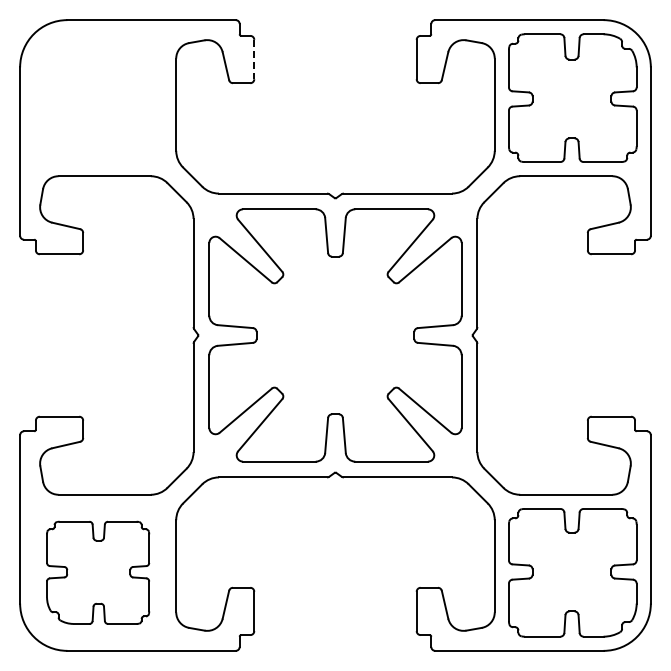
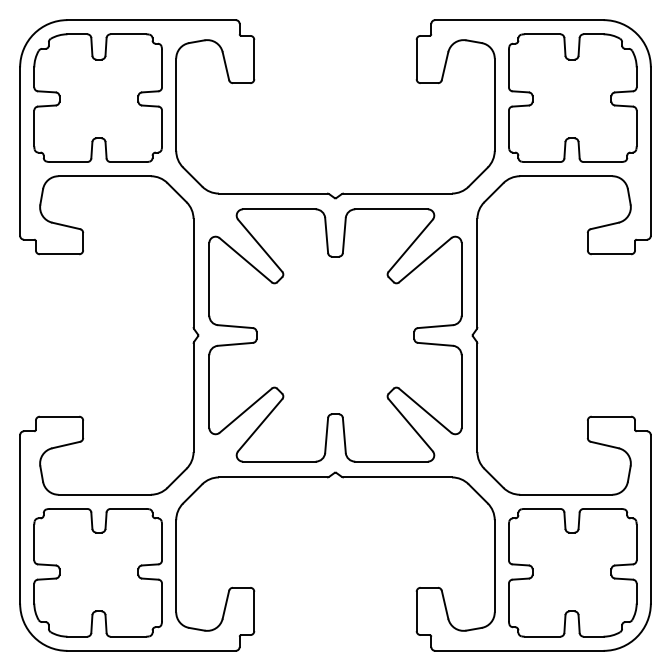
line at (254, 59): dashed -> solid
part at (97, 97): none -> present
part at (98, 572) size: 105x105 px -> 130x130 px
